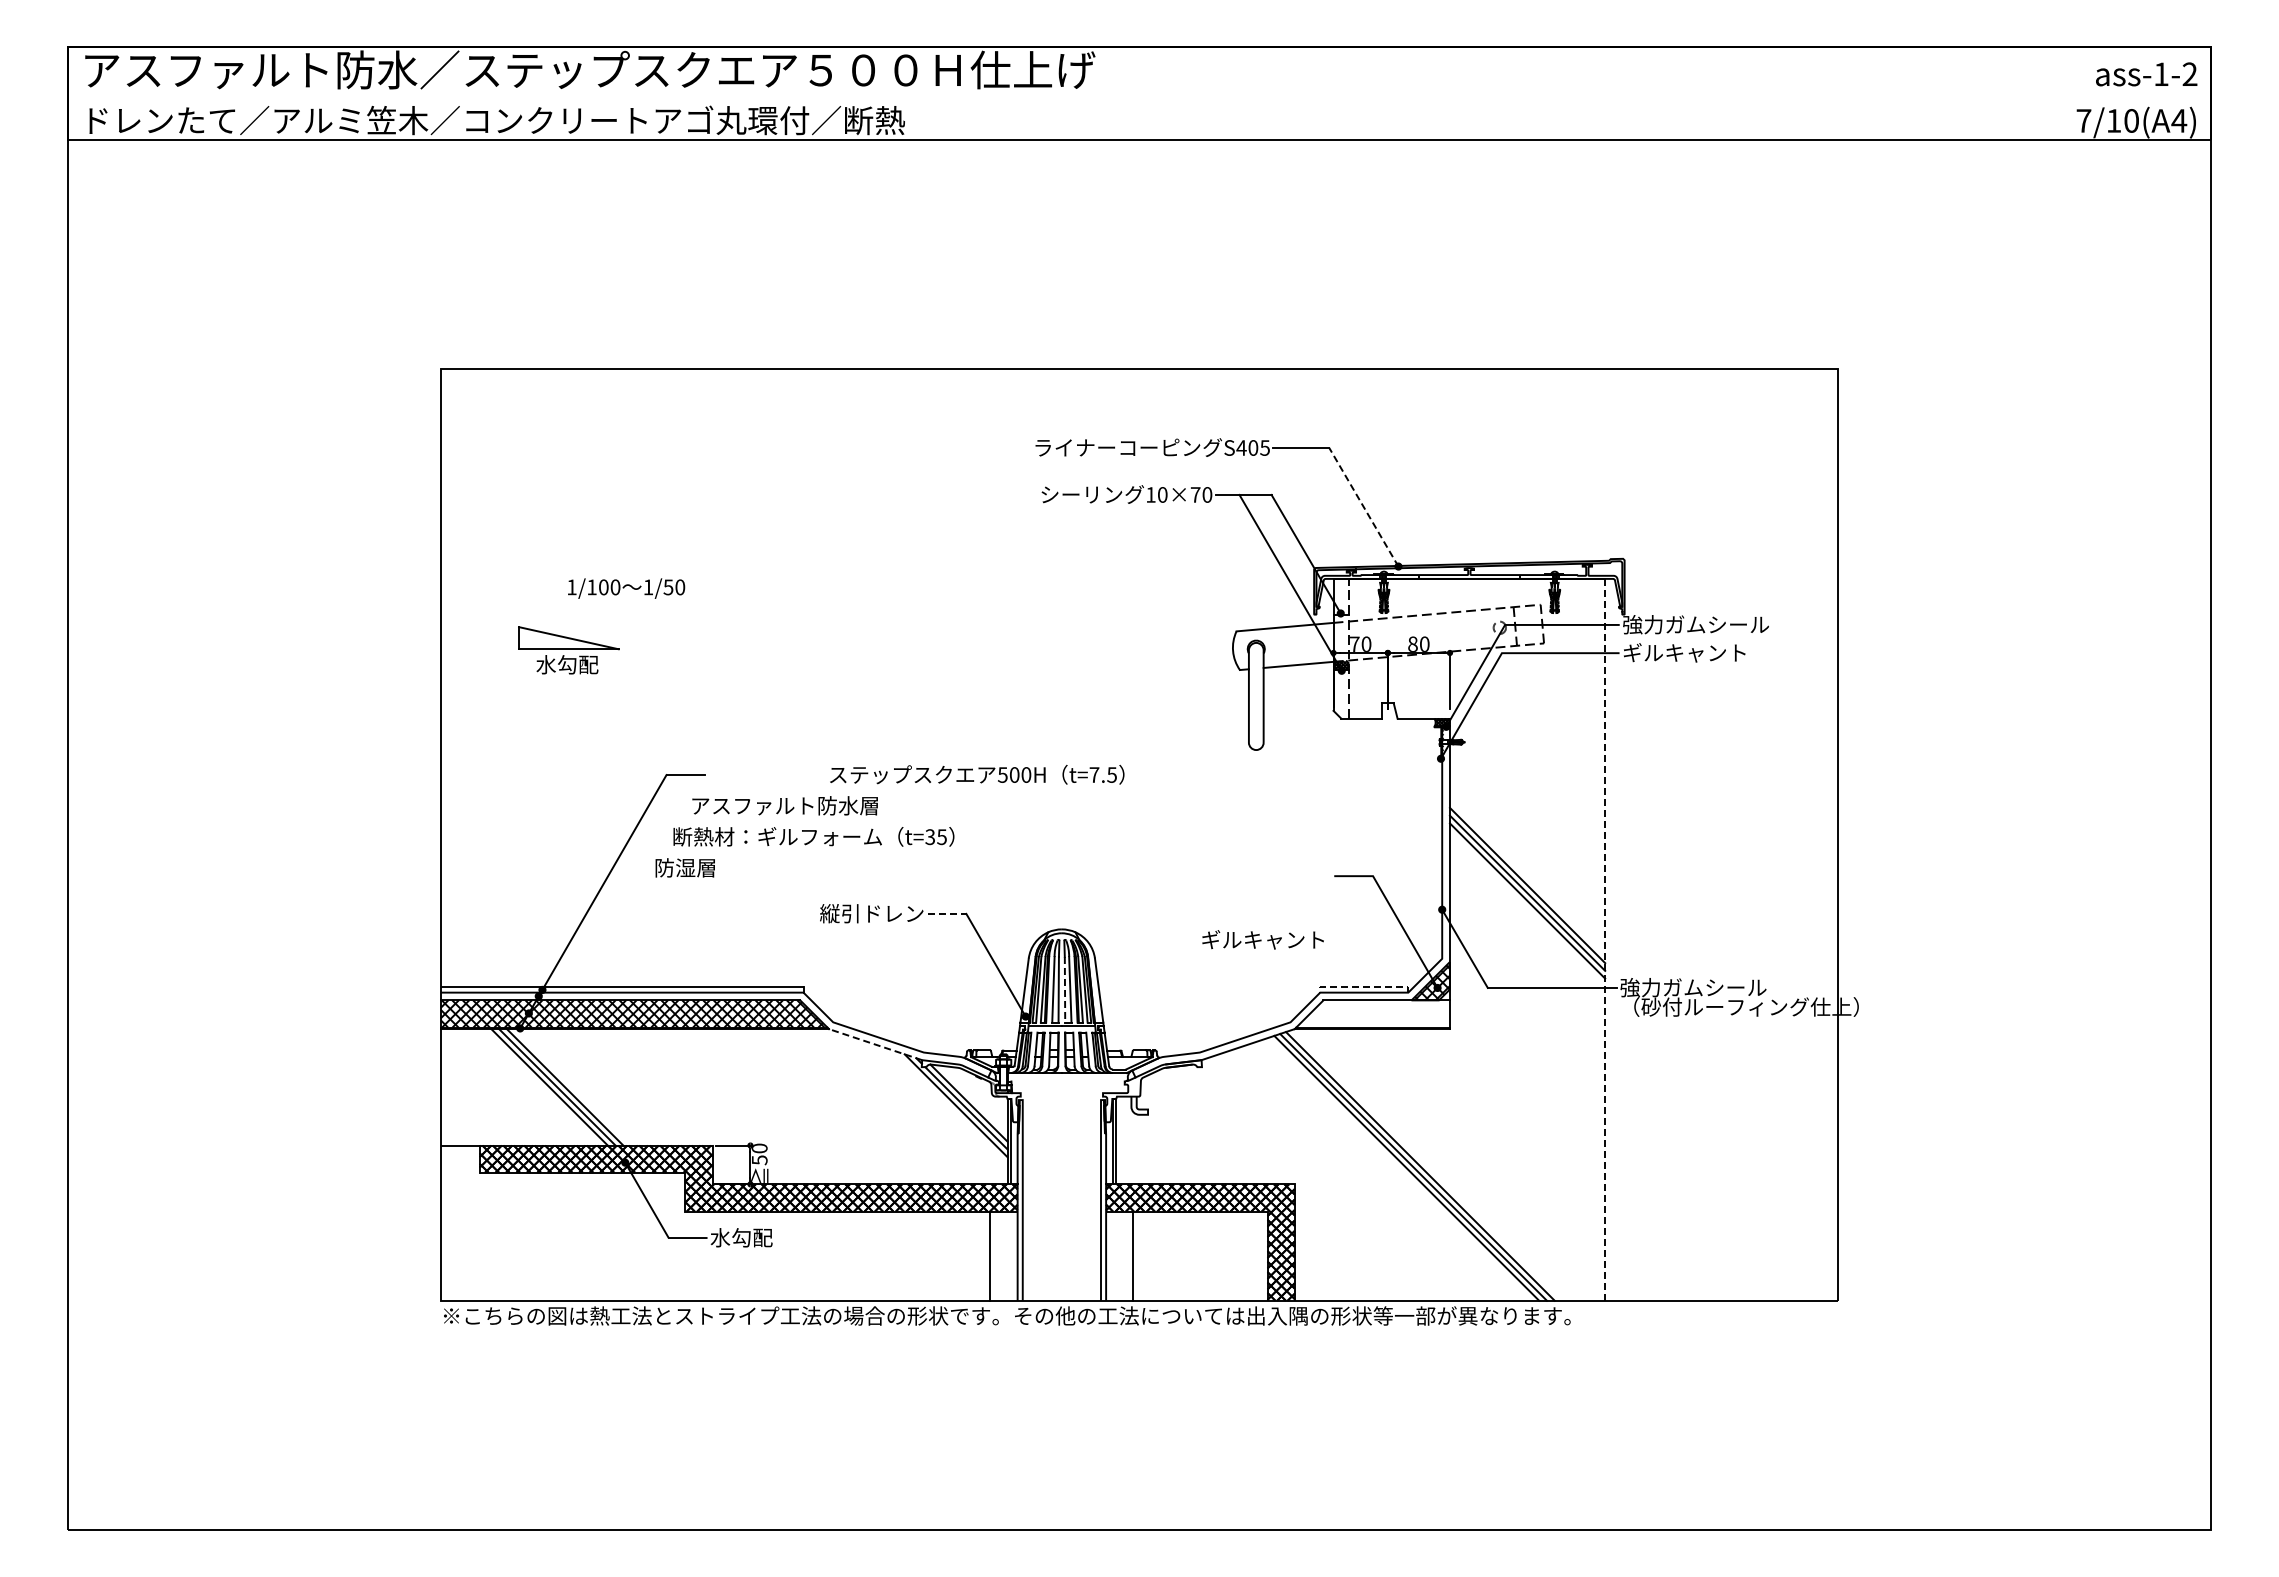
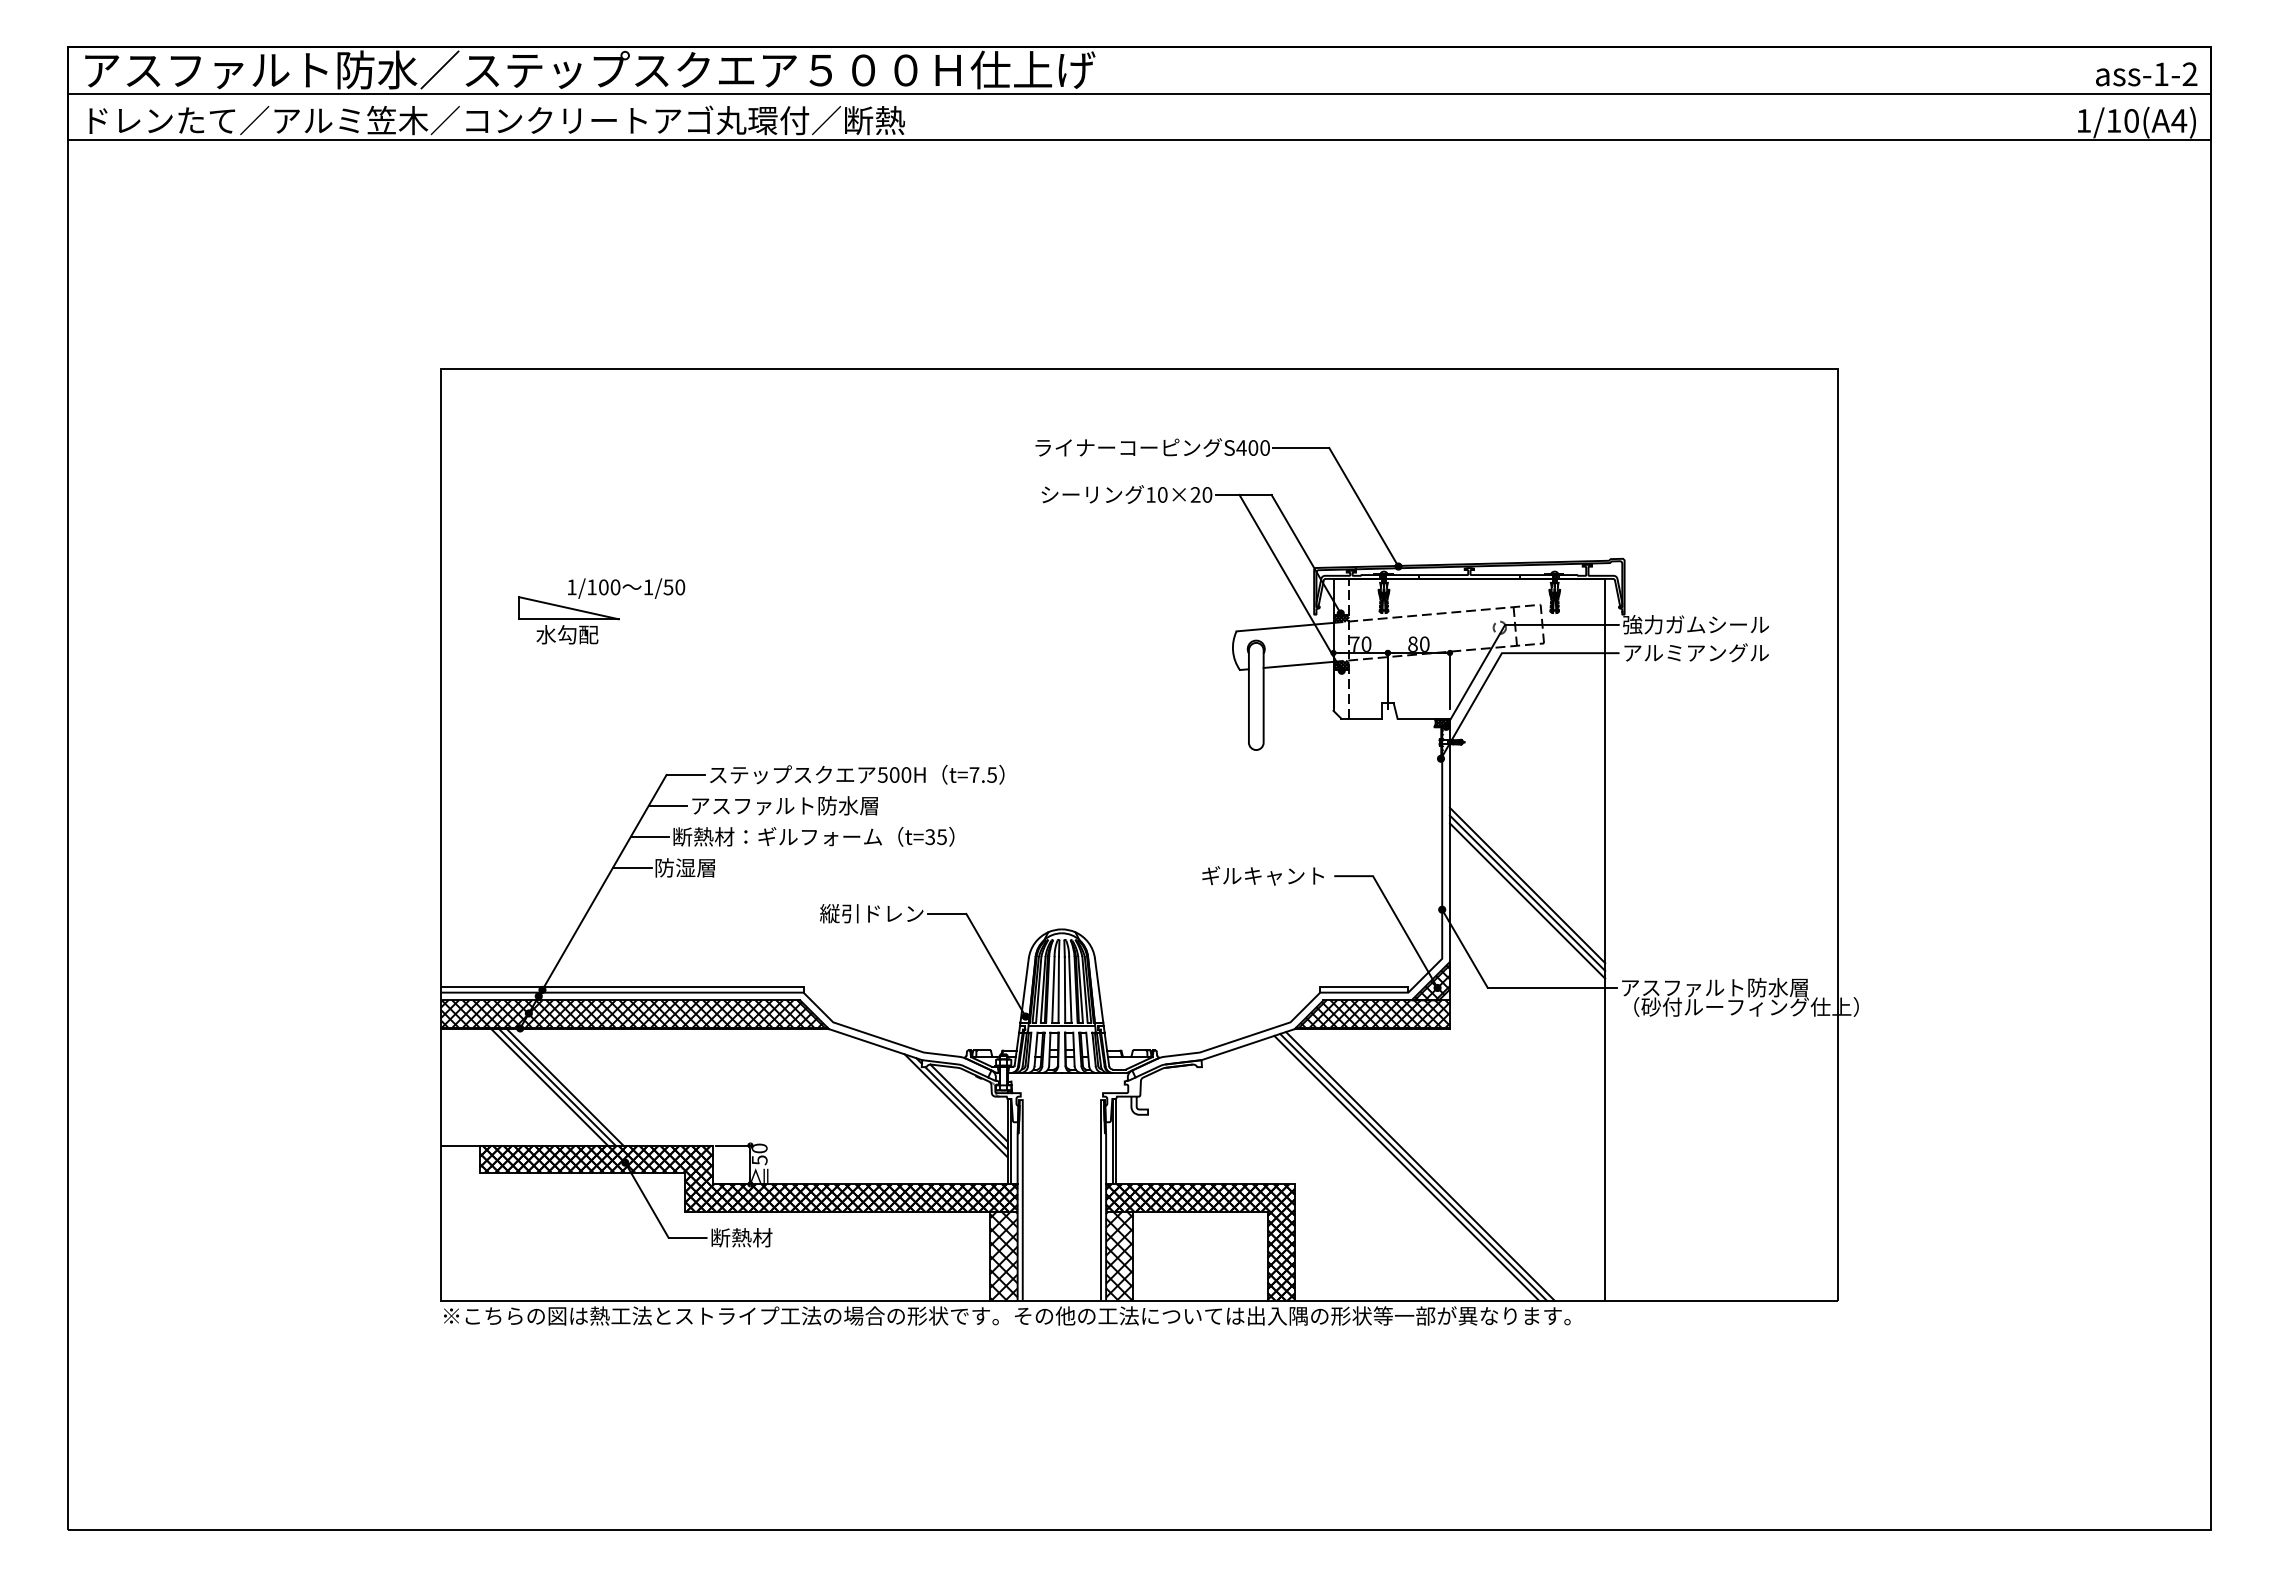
line at (1139, 93): none -> present
text at (2083, 120): 7/10(A4) -> 1/10(A4)
text at (1264, 447): S405 -> S400
text at (1195, 494): 10×70 -> 10×20
line at (1363, 507): dashed -> solid
hatch at (1341, 618): none -> present
part at (568, 650) position: (568, 650) -> (568, 620)
text at (1695, 652): ギルキャント -> アルミアングル
text at (977, 774) position: (977, 774) -> (857, 774)
line at (667, 806): none -> present
line at (649, 837): none -> present
line at (631, 868): none -> present
line at (947, 913): dashed -> solid
text at (1262, 939) position: (1262, 939) -> (1262, 875)
line at (1605, 939): dashed -> solid
line at (1363, 986): dashed -> solid
text at (1713, 987): 強力ガムシール -> アスファルト防水層
line at (1065, 989): dashed -> solid
hatch at (1374, 1013): none -> present
line at (875, 1044): dashed -> solid
text at (741, 1237): 水勾配 -> 断熱材
hatch at (1003, 1255): none -> present
hatch at (1119, 1255): none -> present
